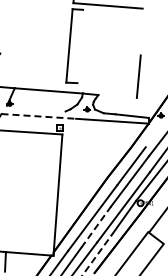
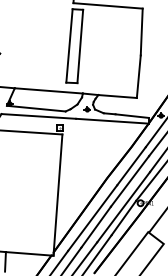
line at (141, 31): none -> present
line at (80, 46): none -> present
line at (117, 96): none -> present
line at (35, 108): none -> present
line at (39, 116): dashed -> solid
line at (154, 134): none -> present
line at (96, 226): dashed -> solid
line at (97, 255): dashed -> solid
